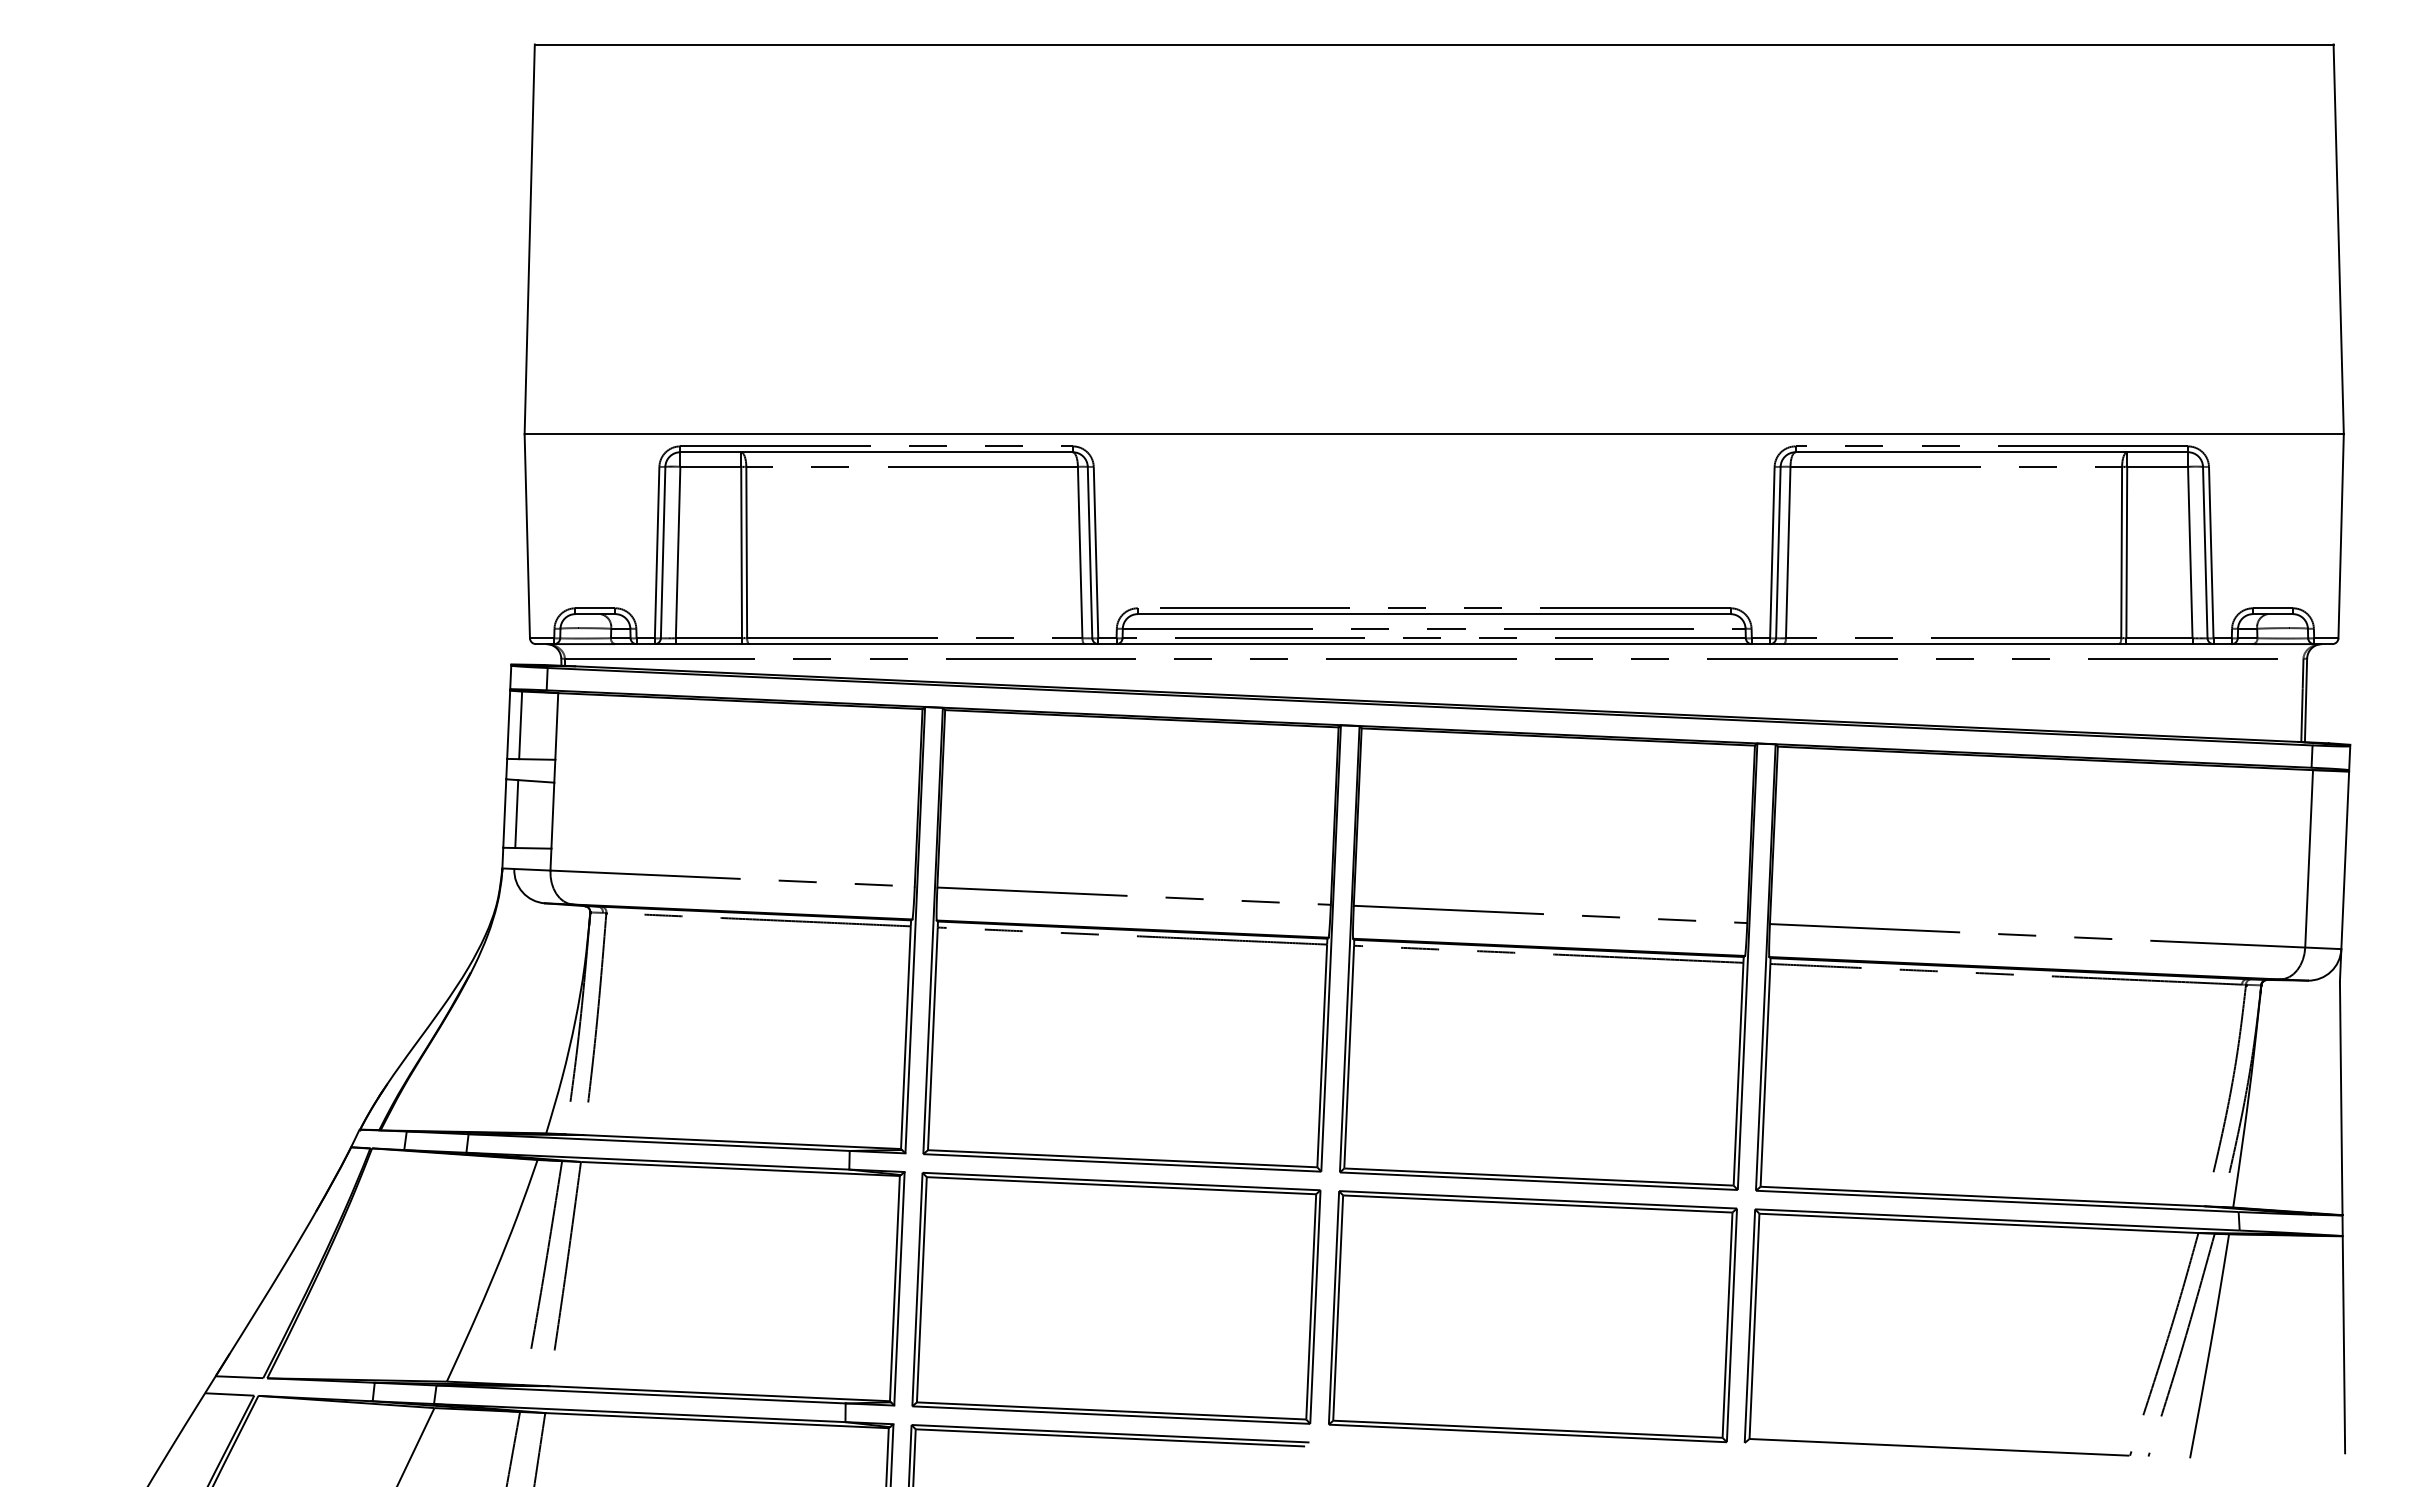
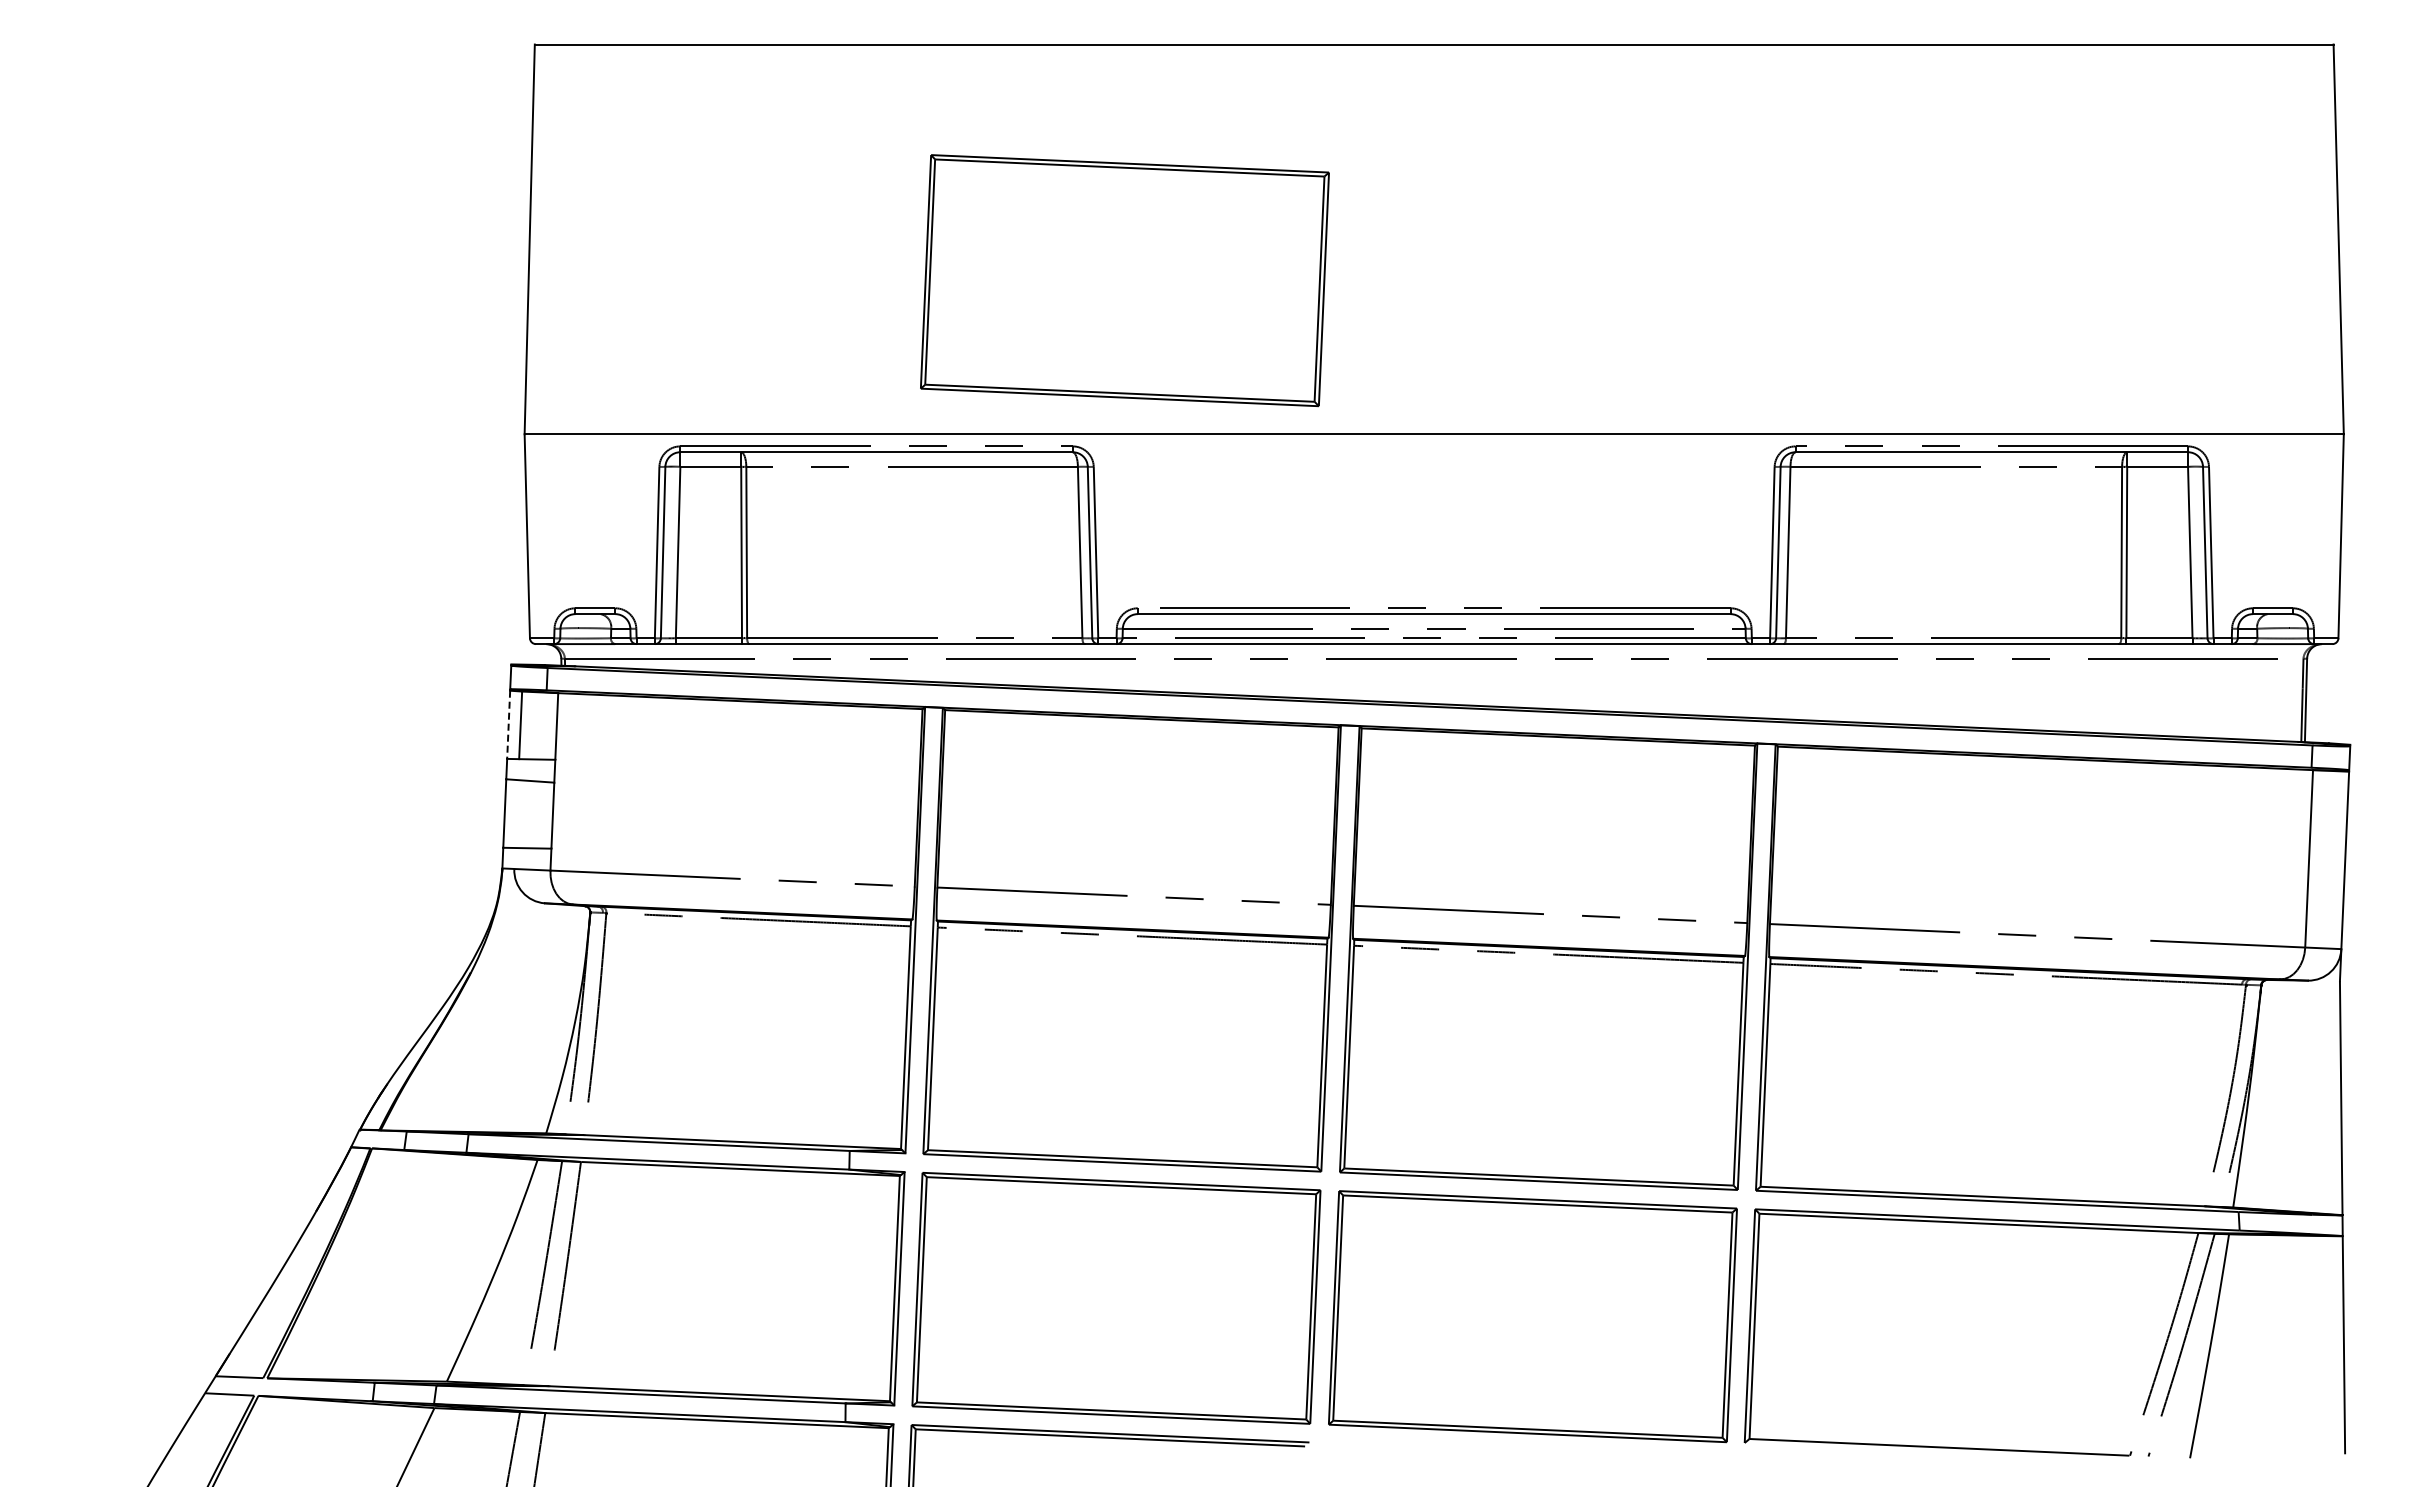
part at (1124, 280): none -> present
line at (508, 725): solid -> dashed
line at (516, 814): present -> none
